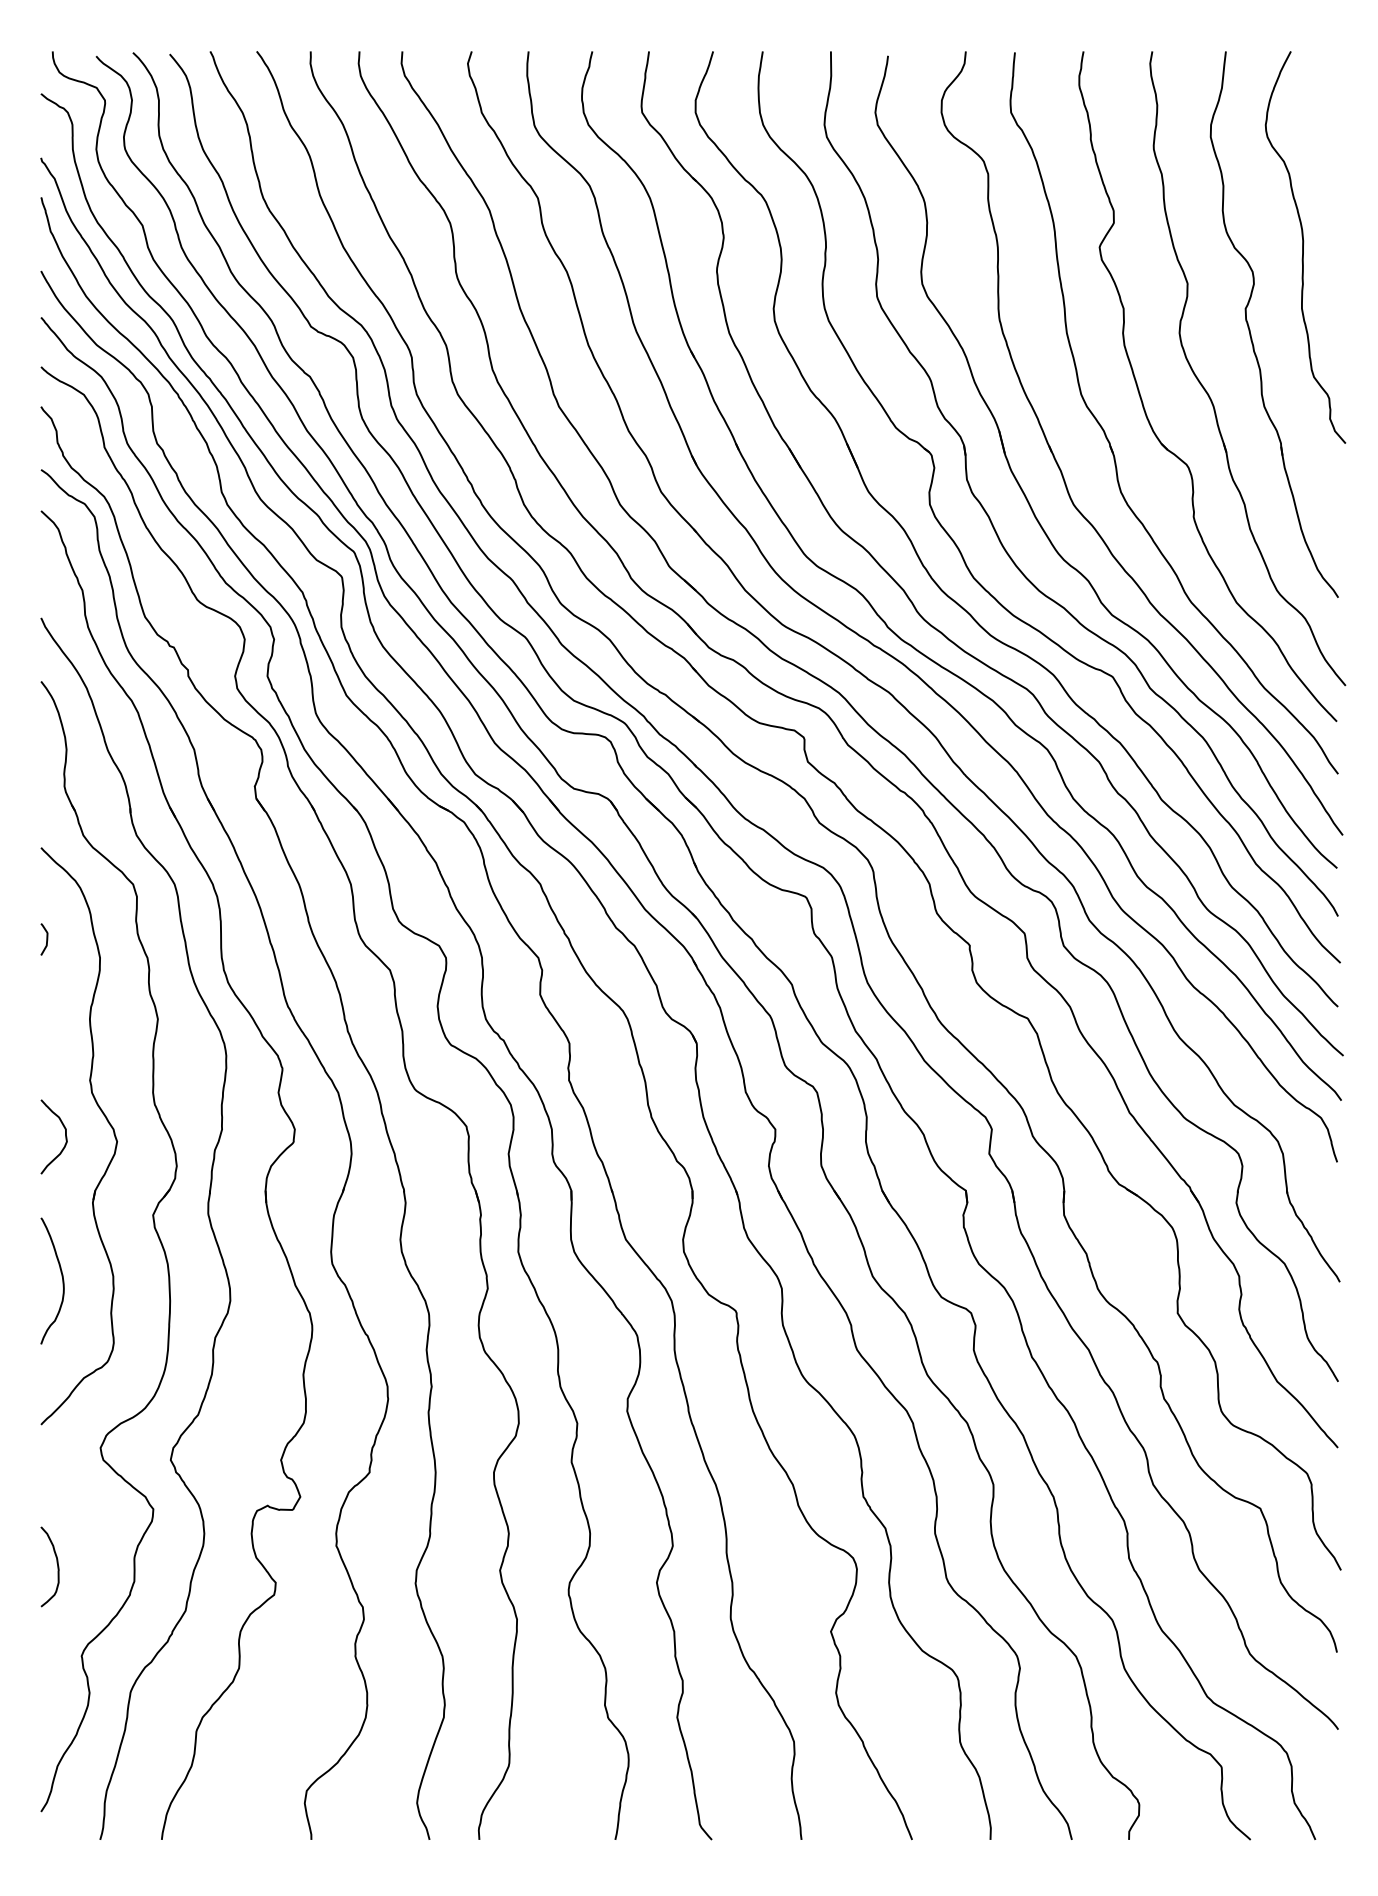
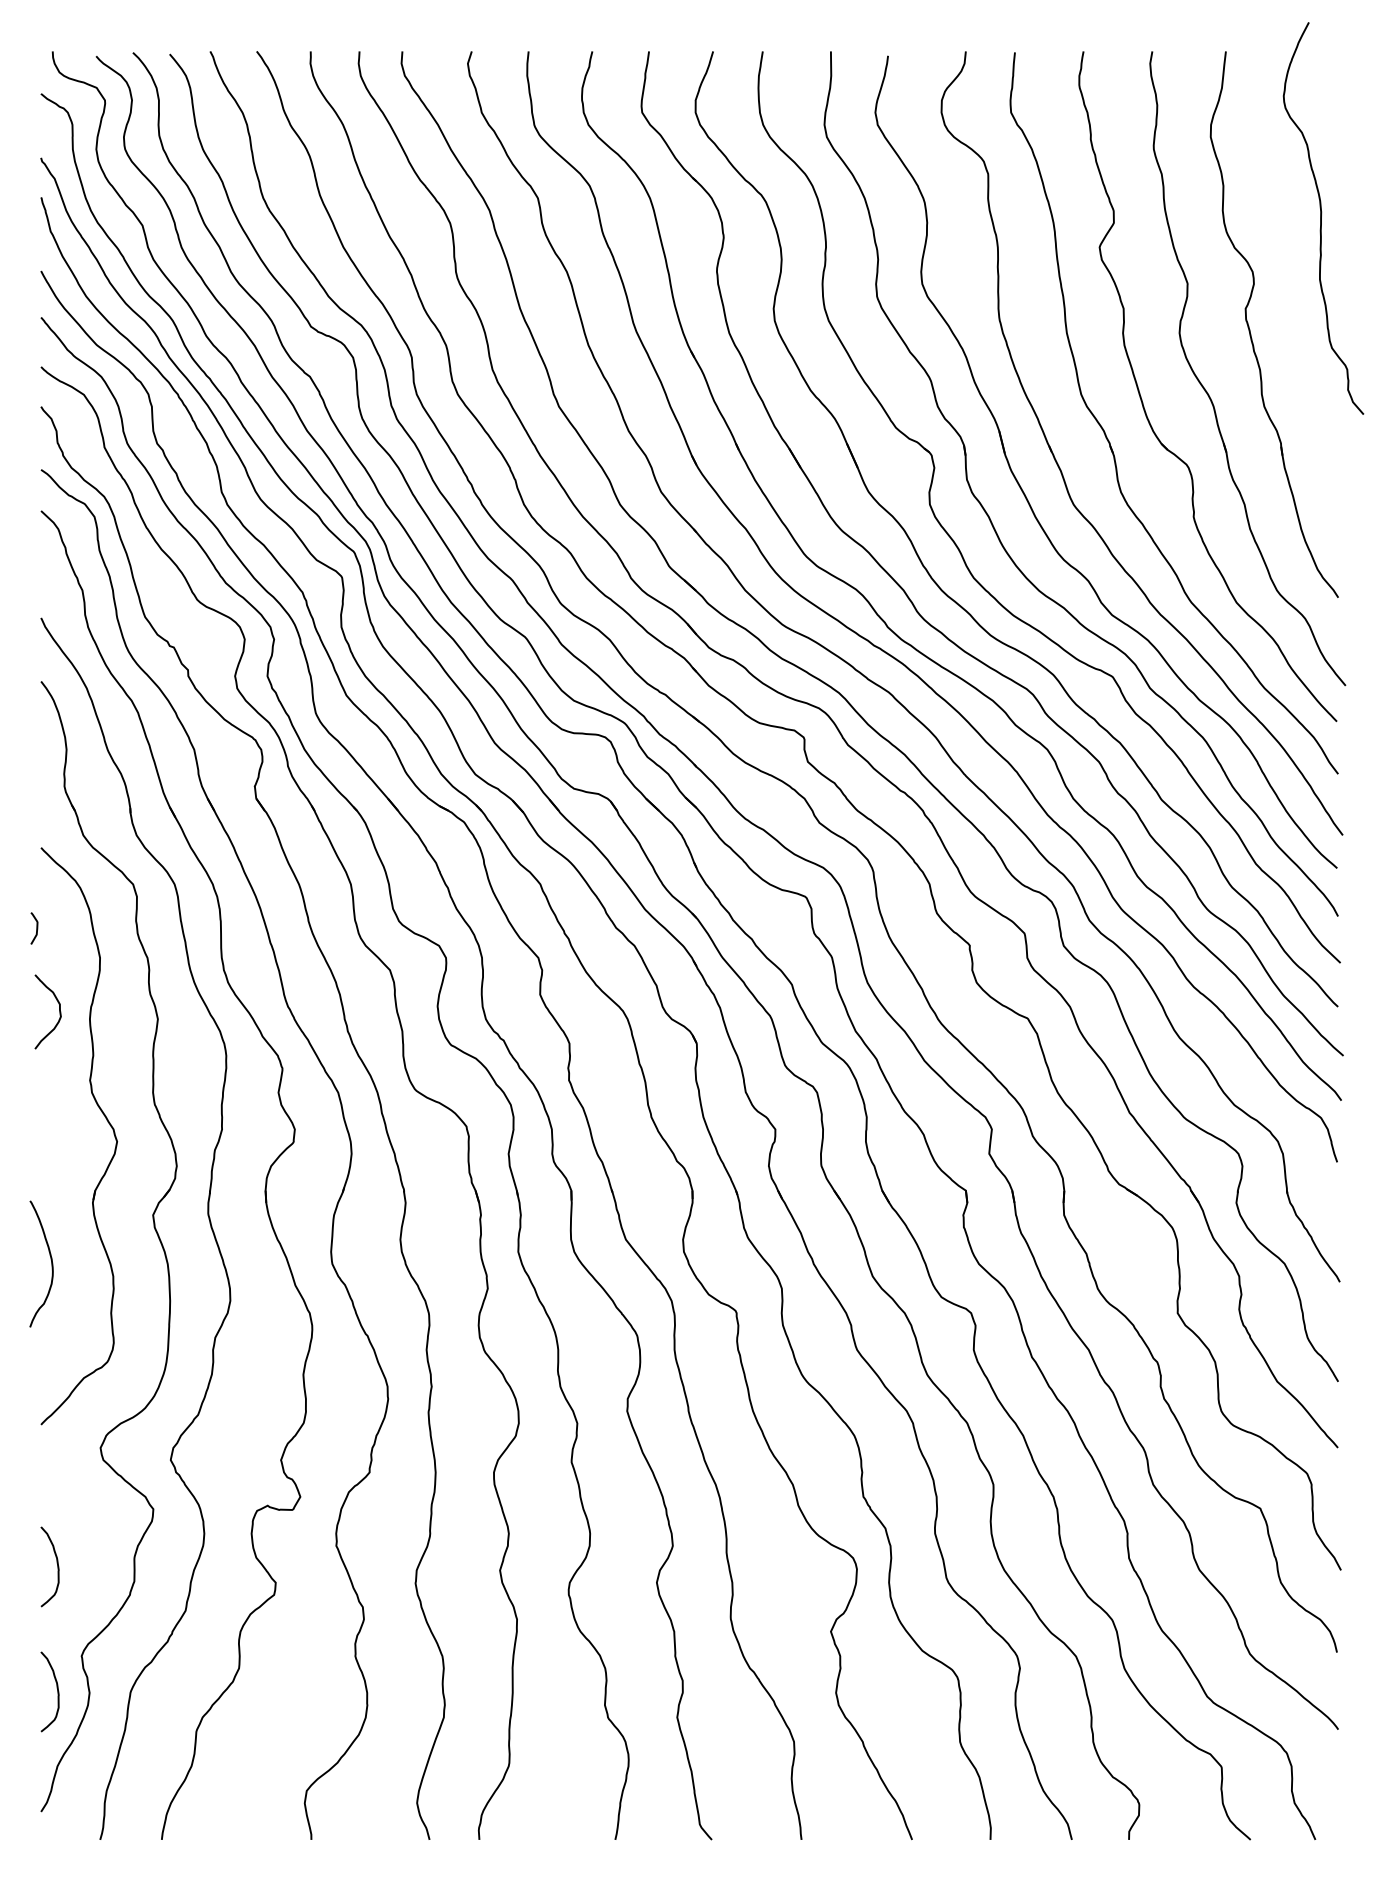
curve at (1303, 247) position: (1303, 247) -> (1321, 218)
curve at (46, 939) position: (46, 939) -> (36, 928)
curve at (65, 1136) position: (65, 1136) -> (59, 1011)
curve at (61, 1276) position: (61, 1276) -> (50, 1259)
curve at (56, 1688): none -> present
